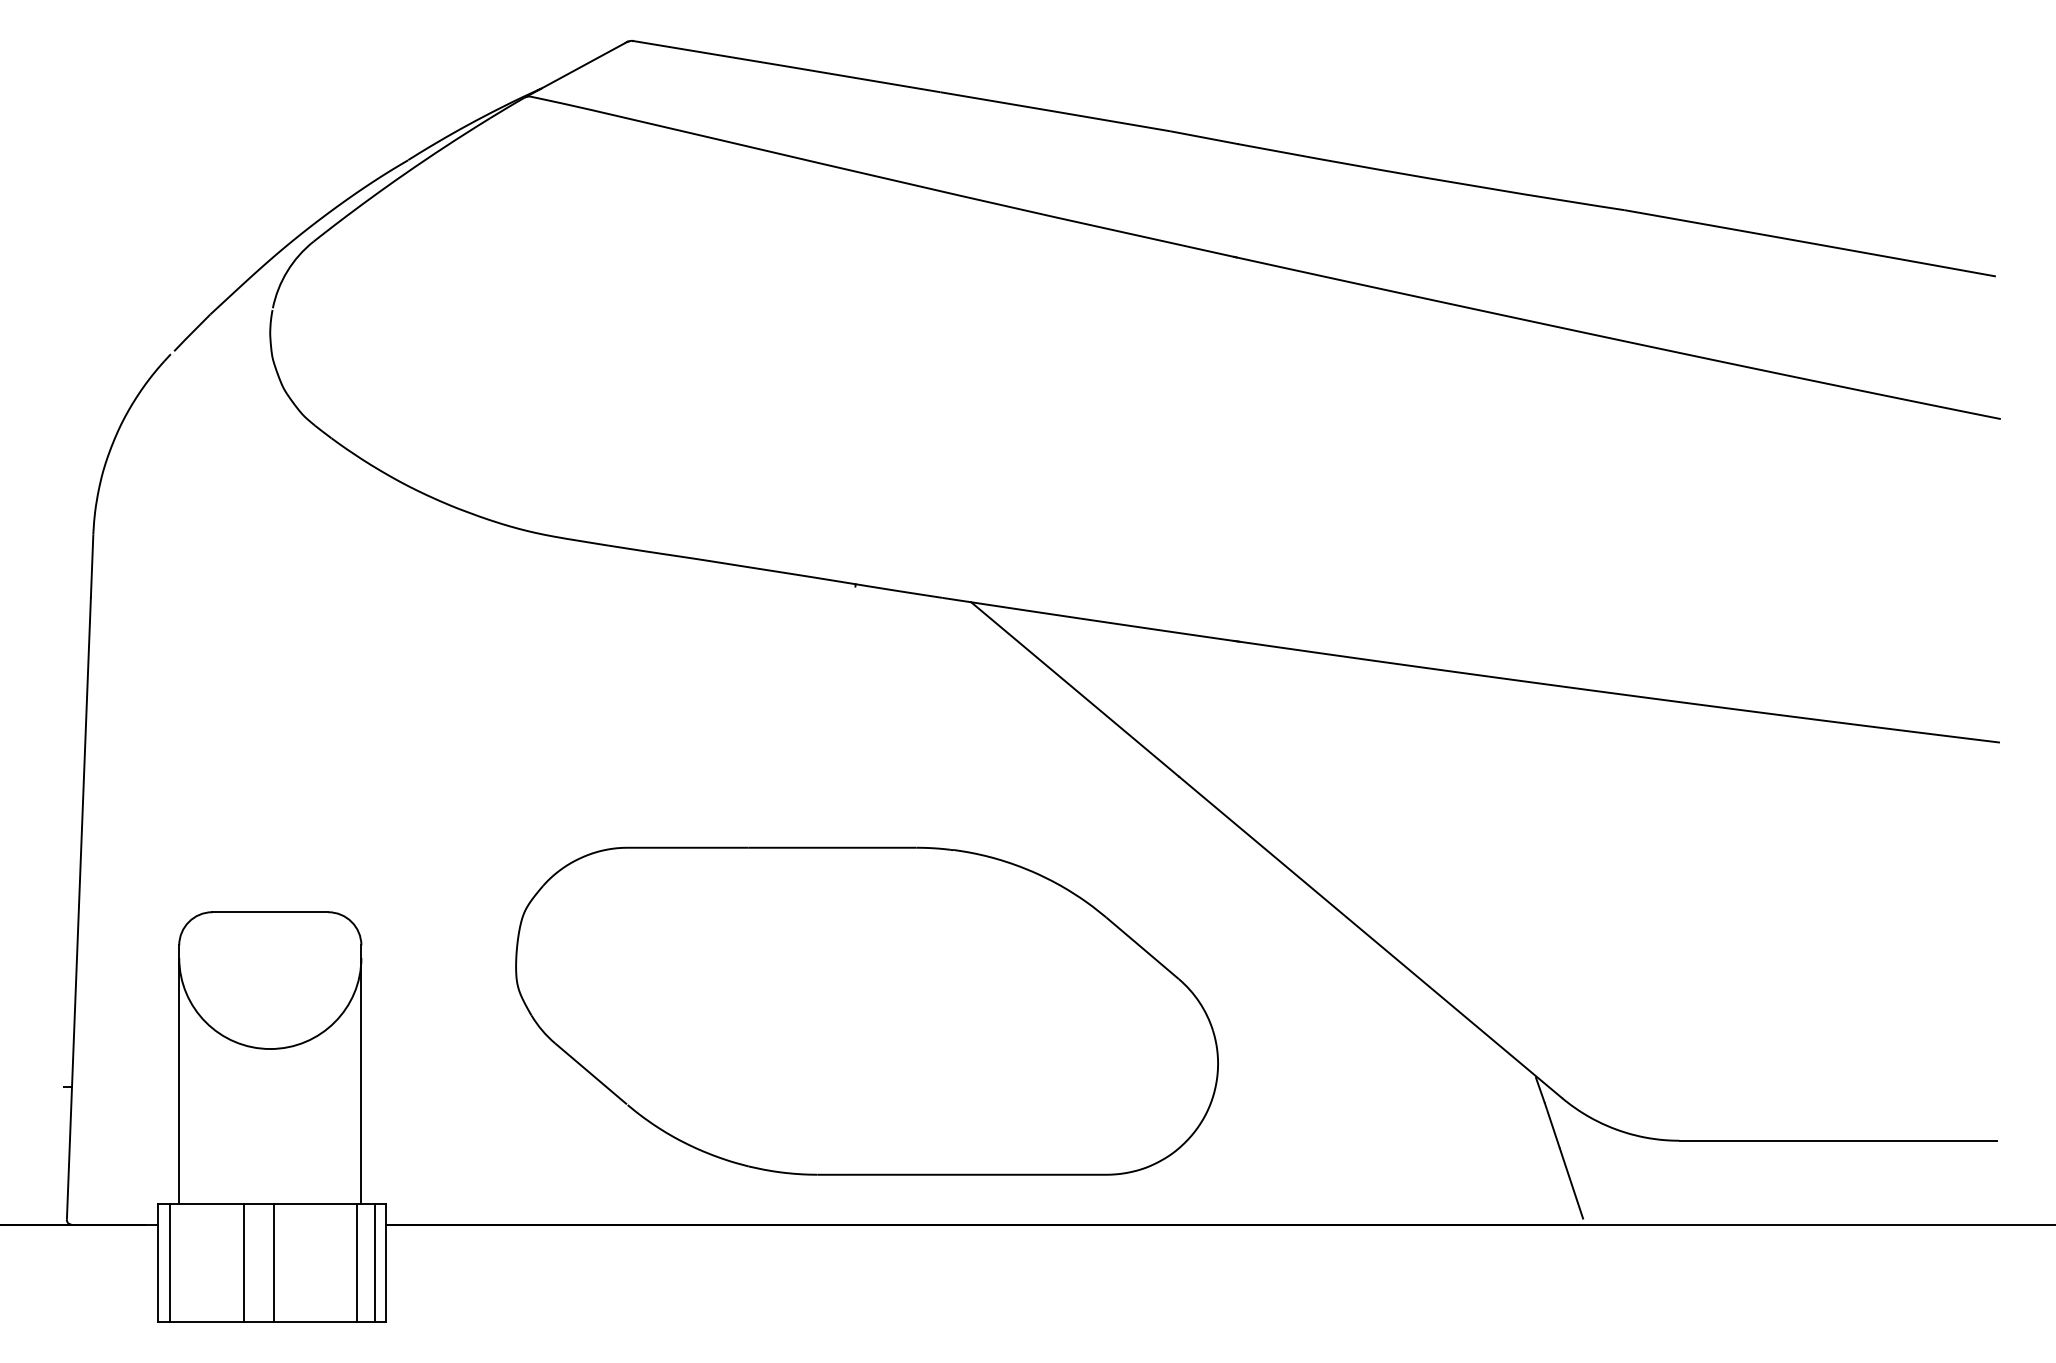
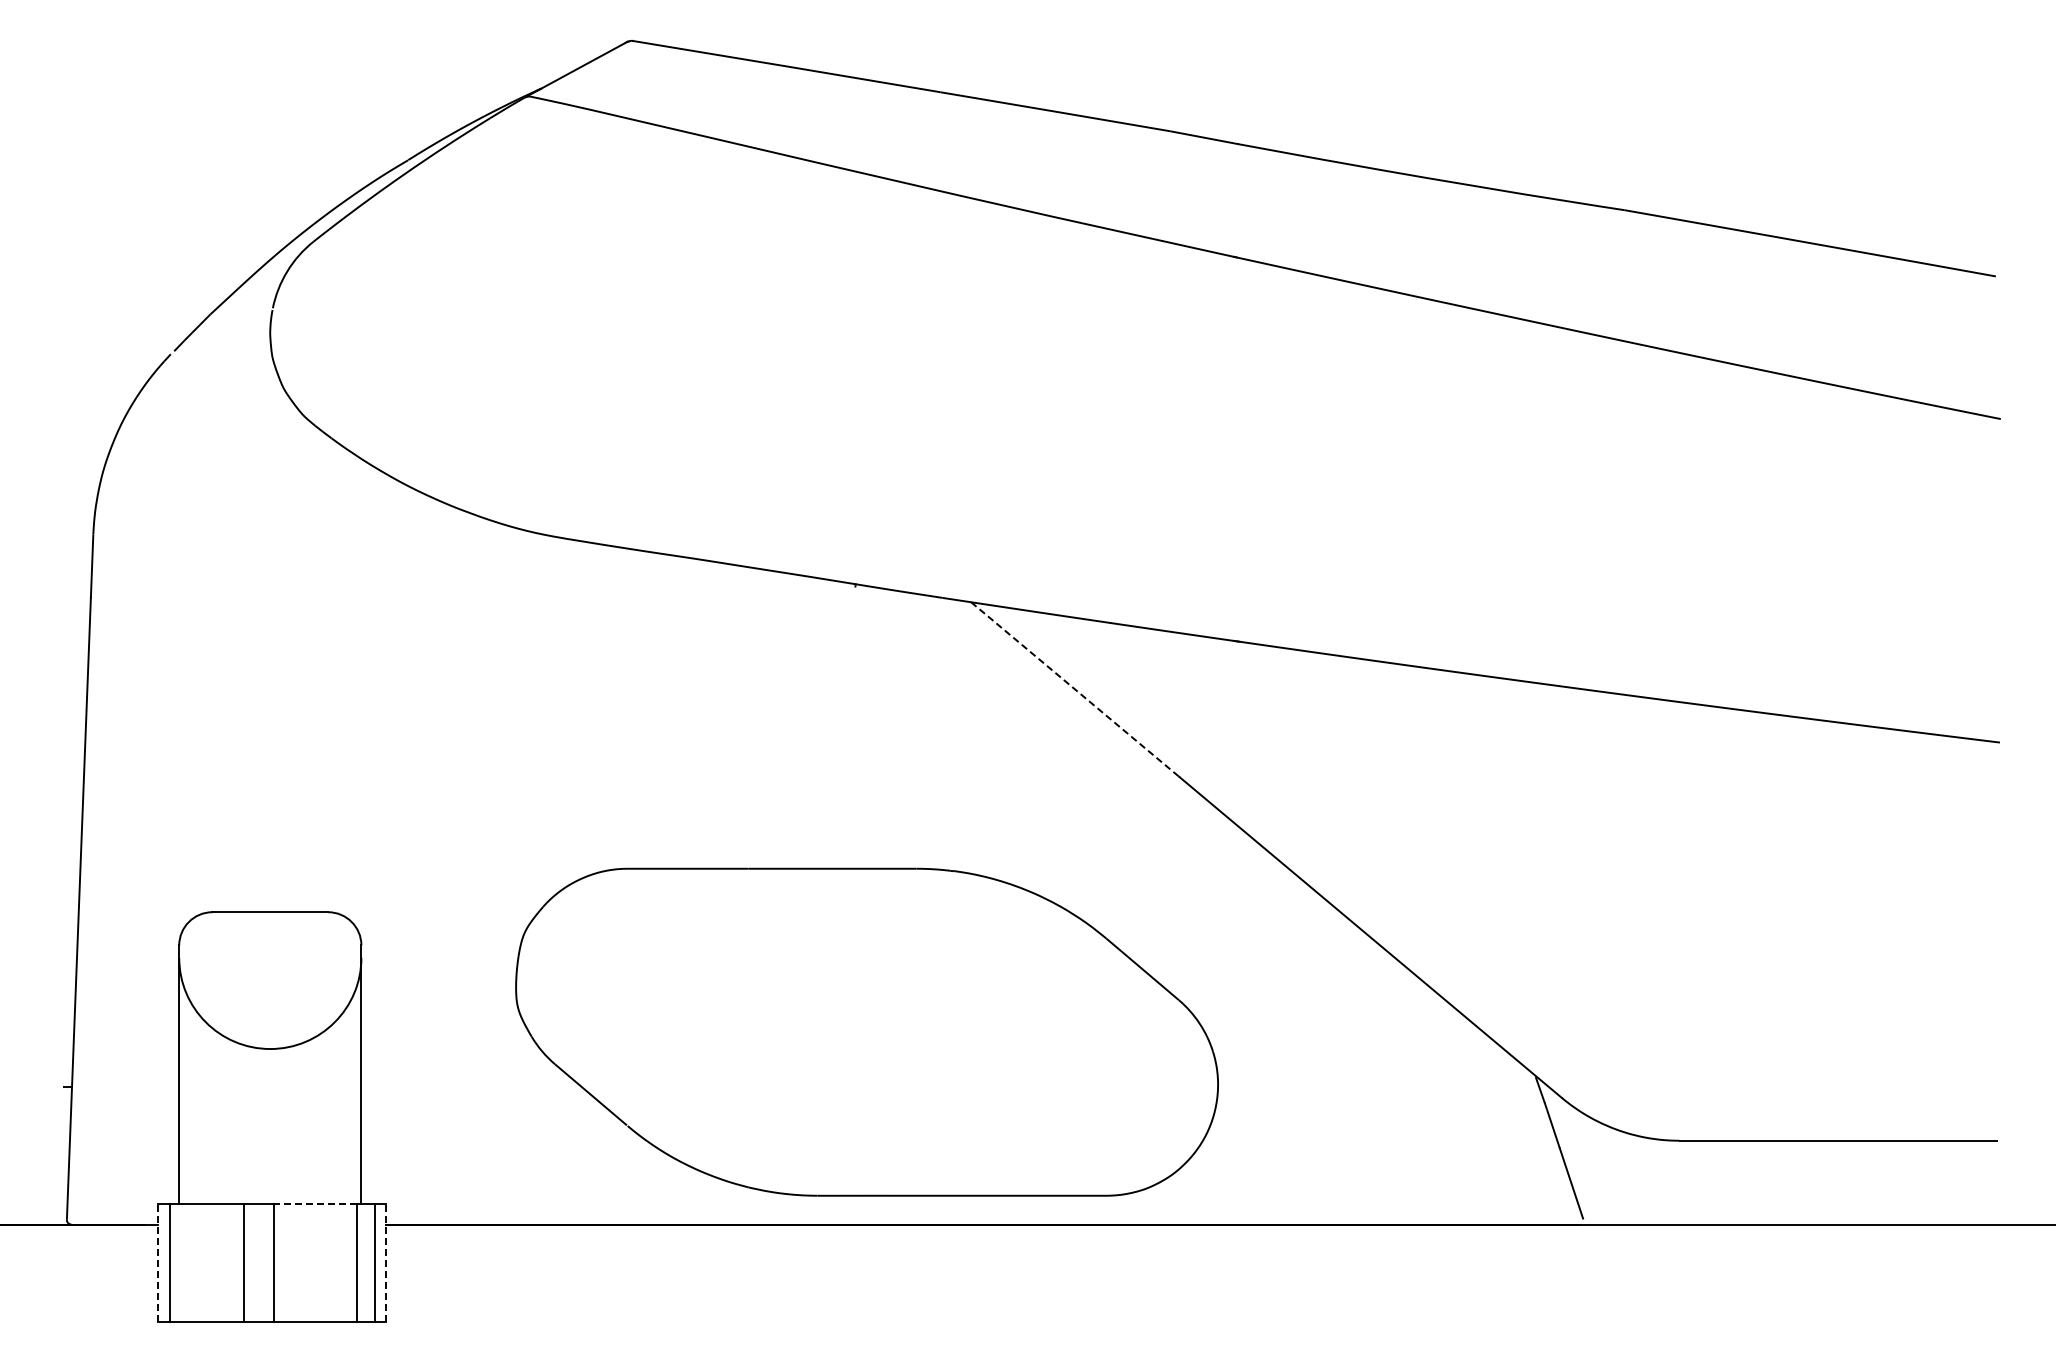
line at (1075, 689): solid -> dashed
part at (866, 1010) position: (866, 1010) -> (866, 1031)
line at (315, 1203): solid -> dashed
line at (158, 1262): solid -> dashed
line at (386, 1262): solid -> dashed
